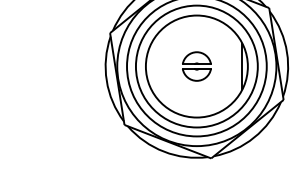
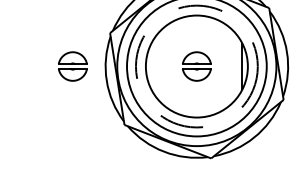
part at (72, 66): none -> present
circle at (196, 66): solid -> dashed
